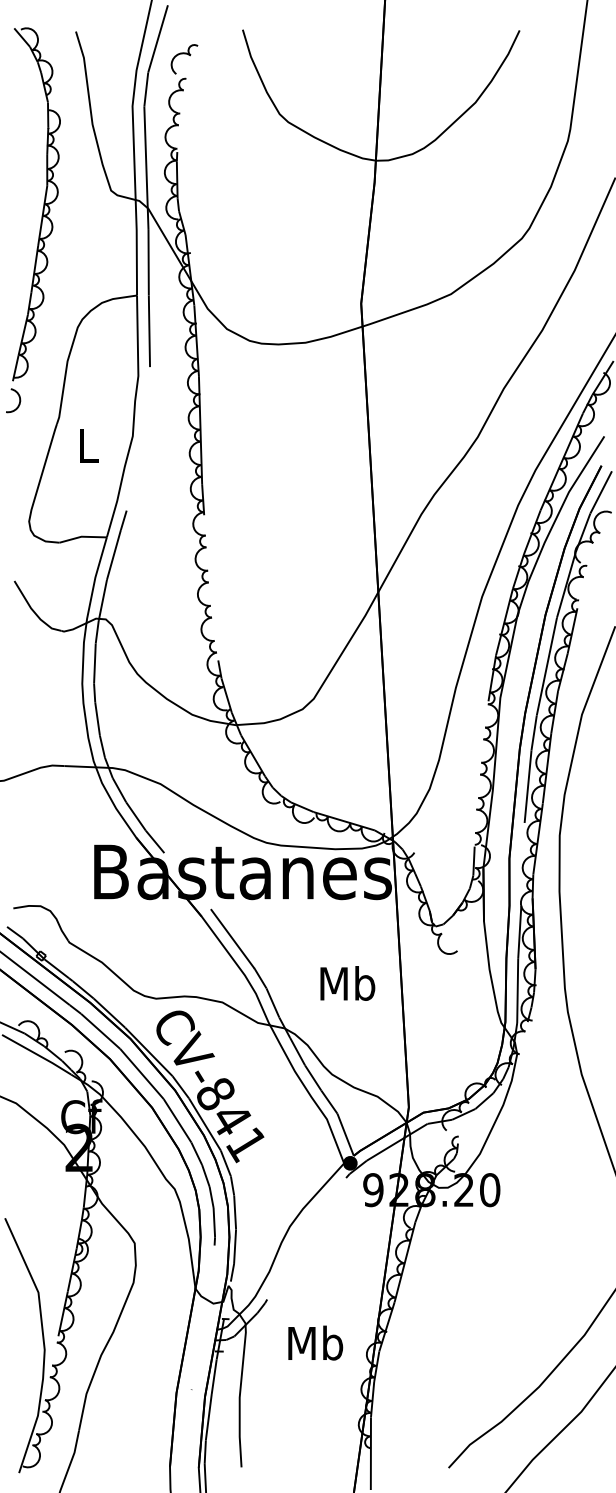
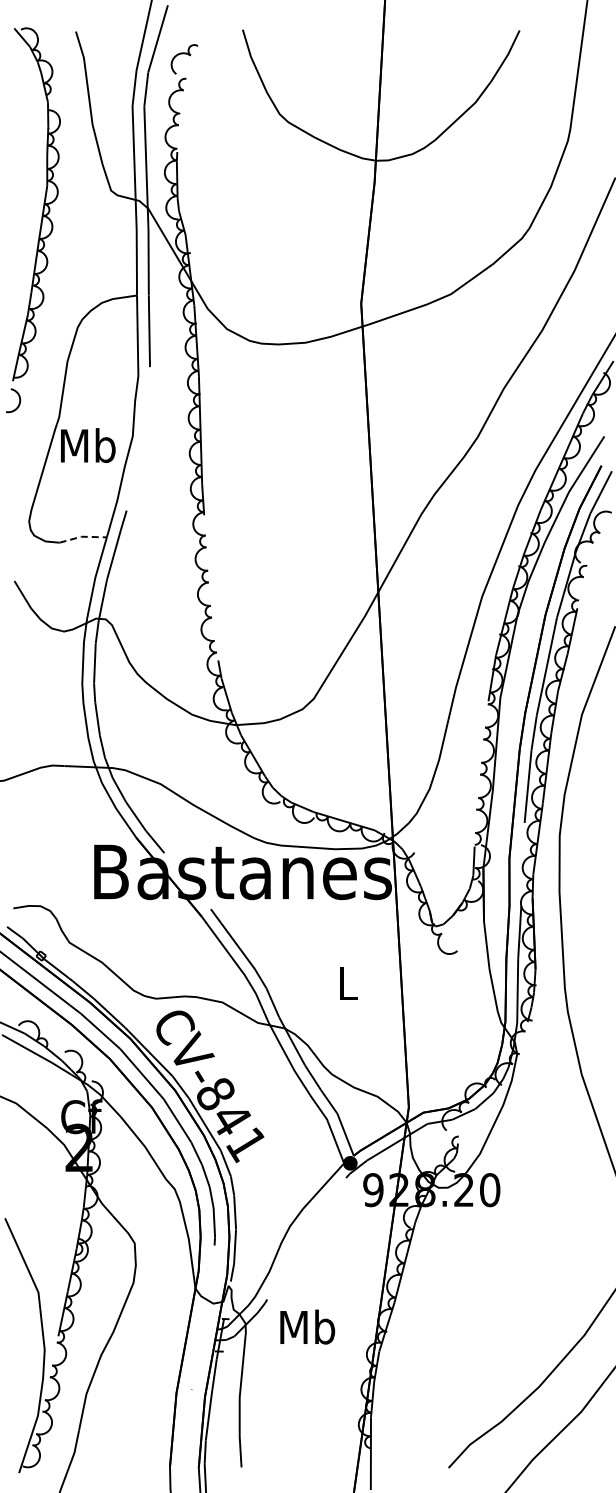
text at (88, 445): L -> Mb
line at (82, 536): solid -> dashed
text at (347, 983): Mb -> L
text at (315, 1342) position: (315, 1342) -> (307, 1326)
